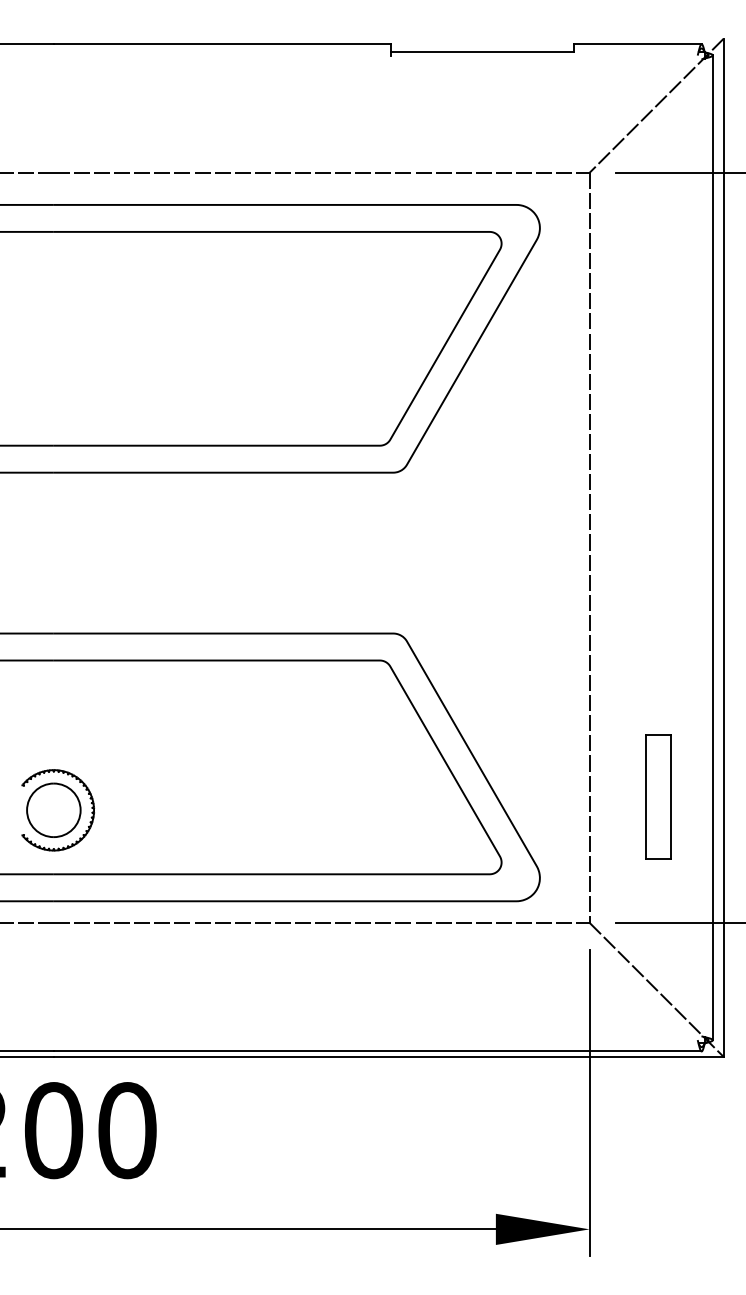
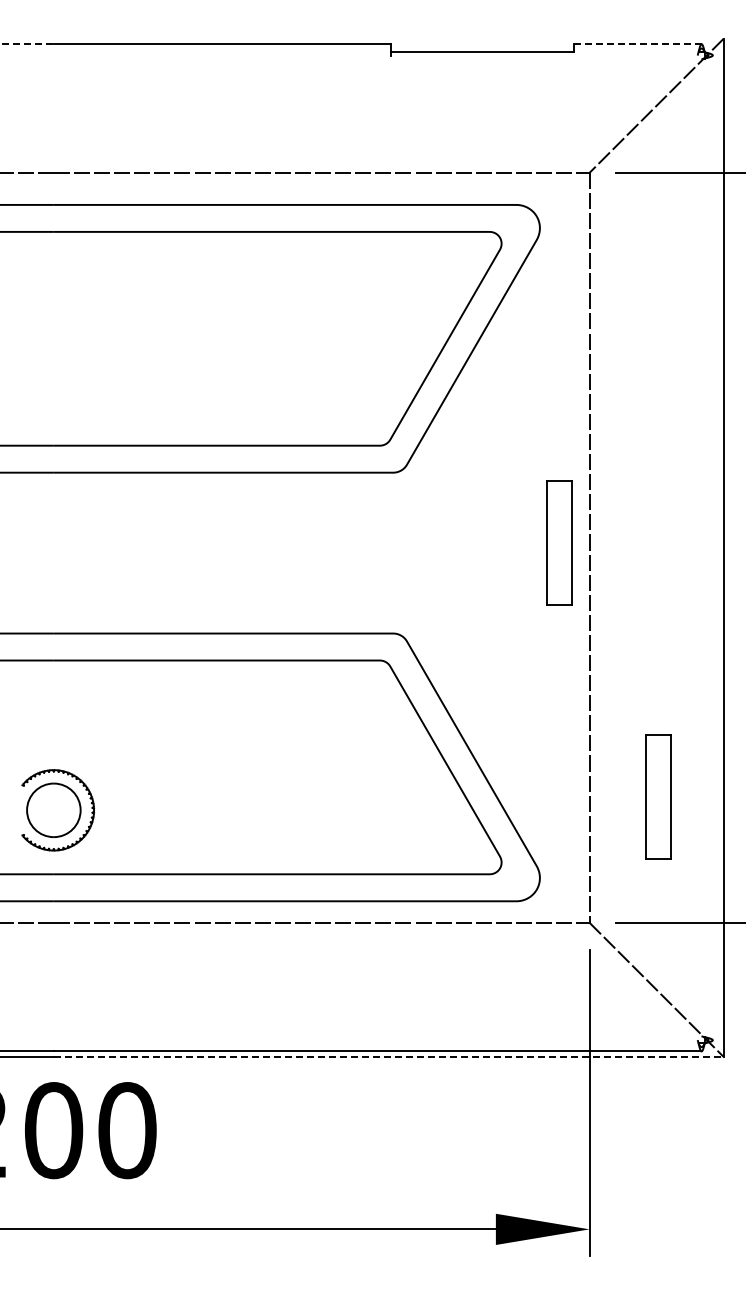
line at (27, 44): solid -> dashed
line at (637, 44): solid -> dashed
part at (559, 542): none -> present
line at (712, 547): present -> none
line at (388, 1056): solid -> dashed
